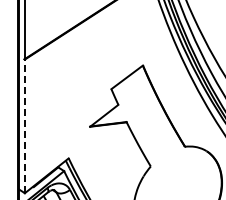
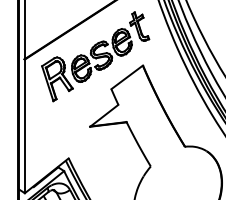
part at (95, 56): none -> present
line at (24, 126): dashed -> solid
